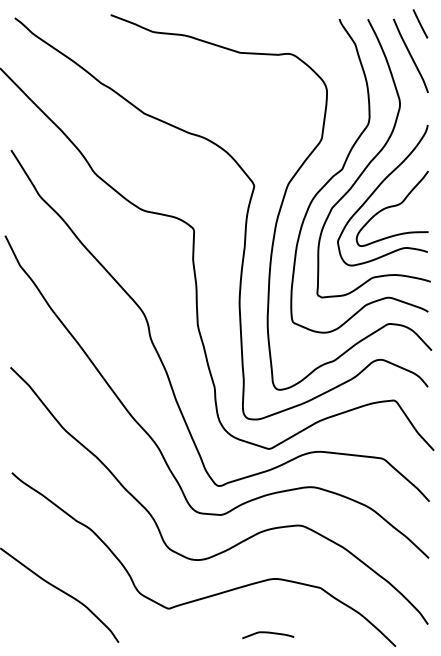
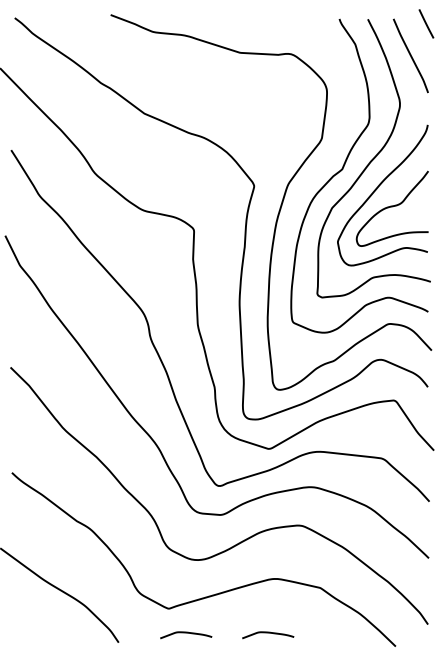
line at (420, 23) position: (420, 23) -> (426, 23)
curve at (186, 633): none -> present
